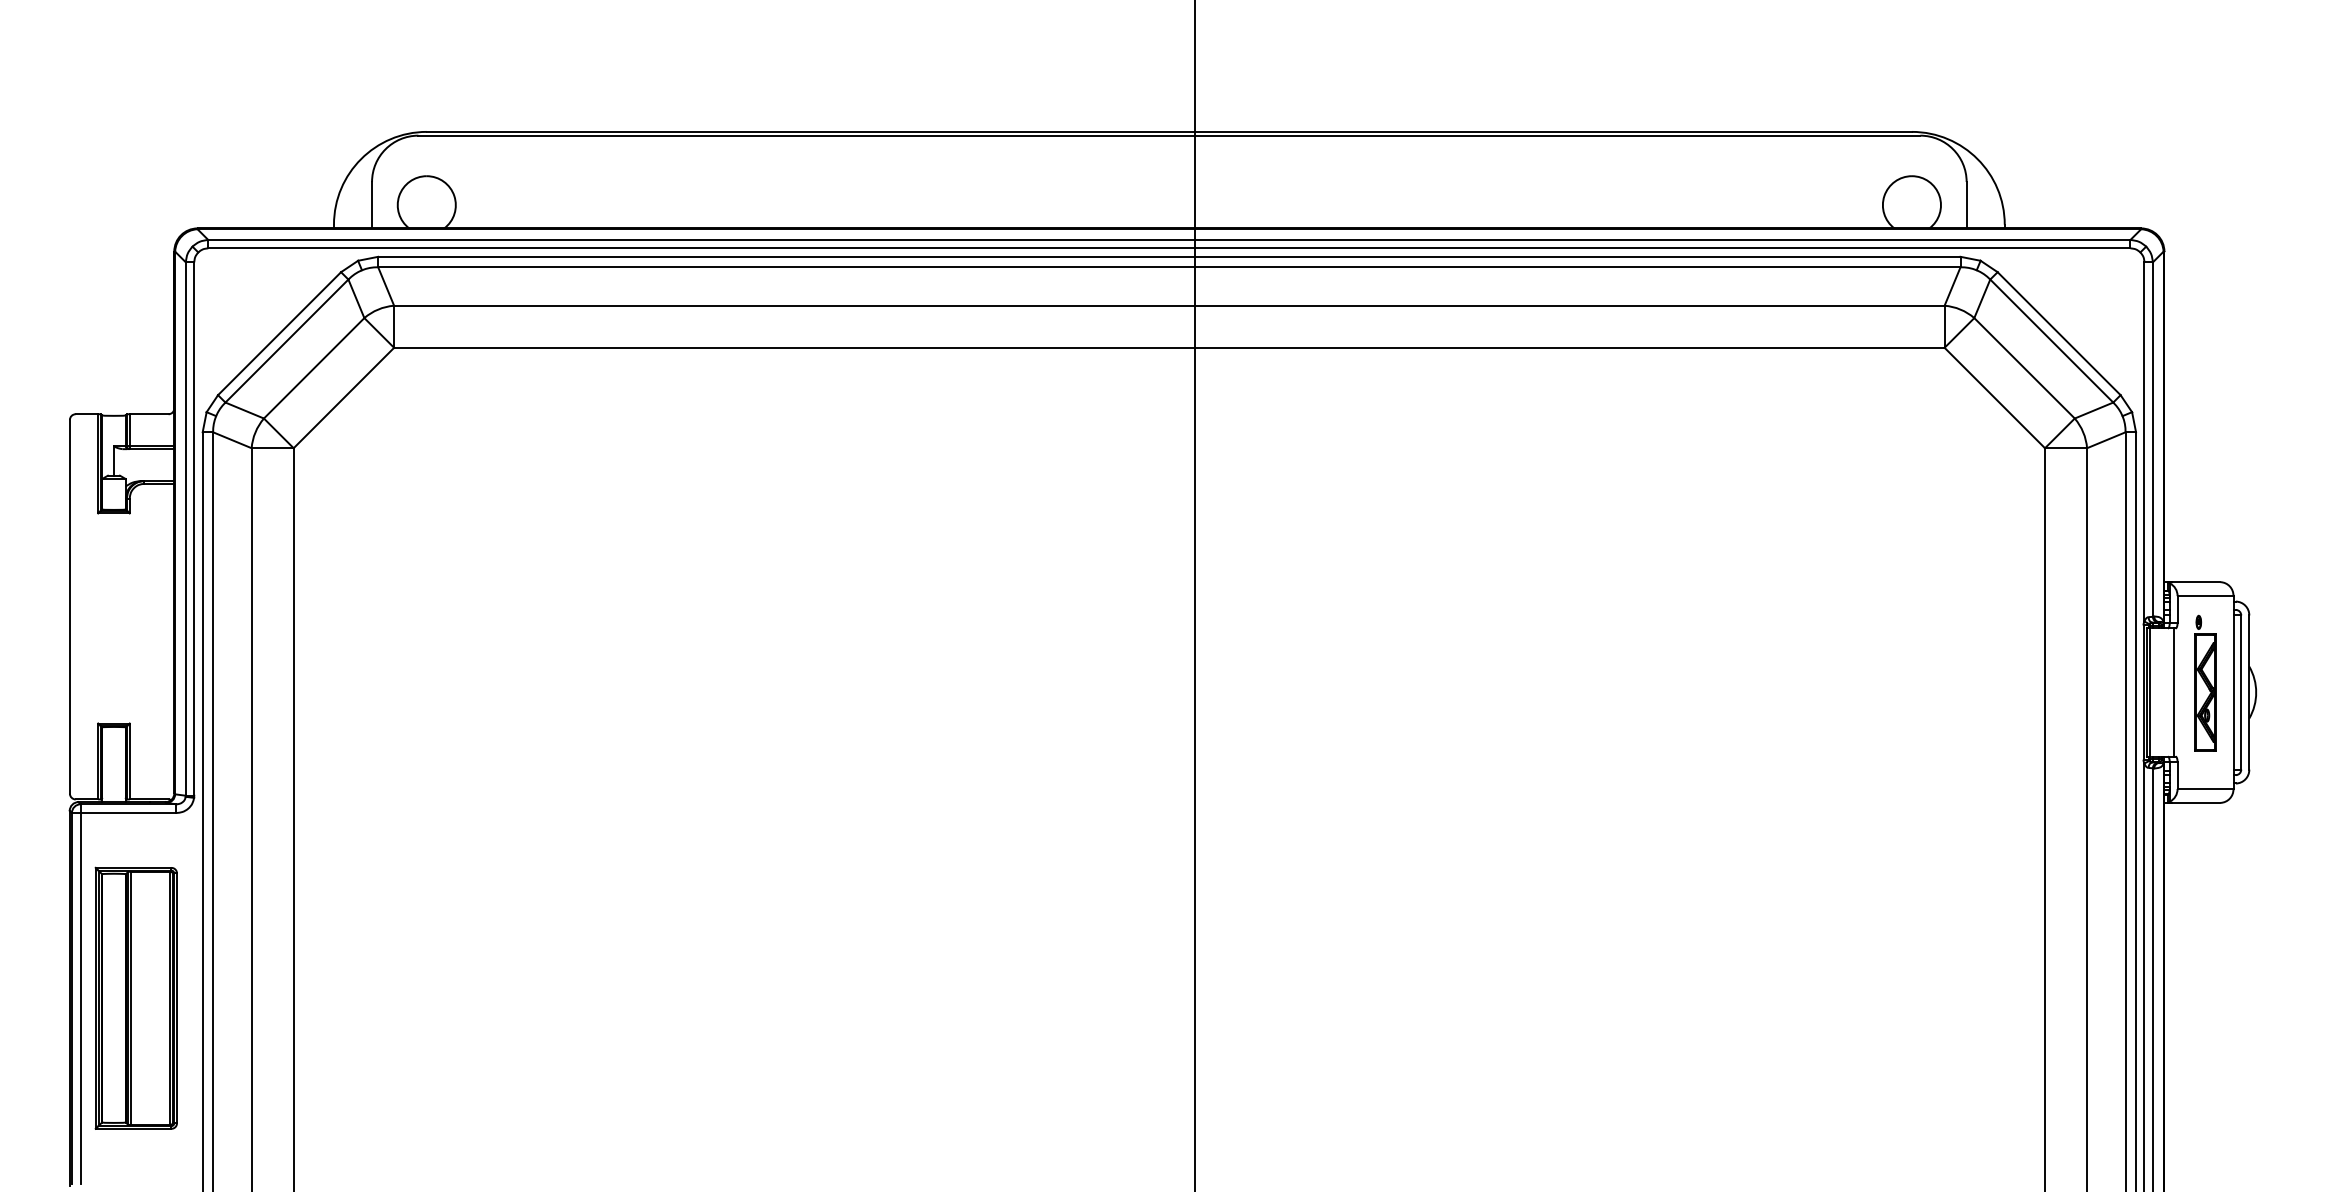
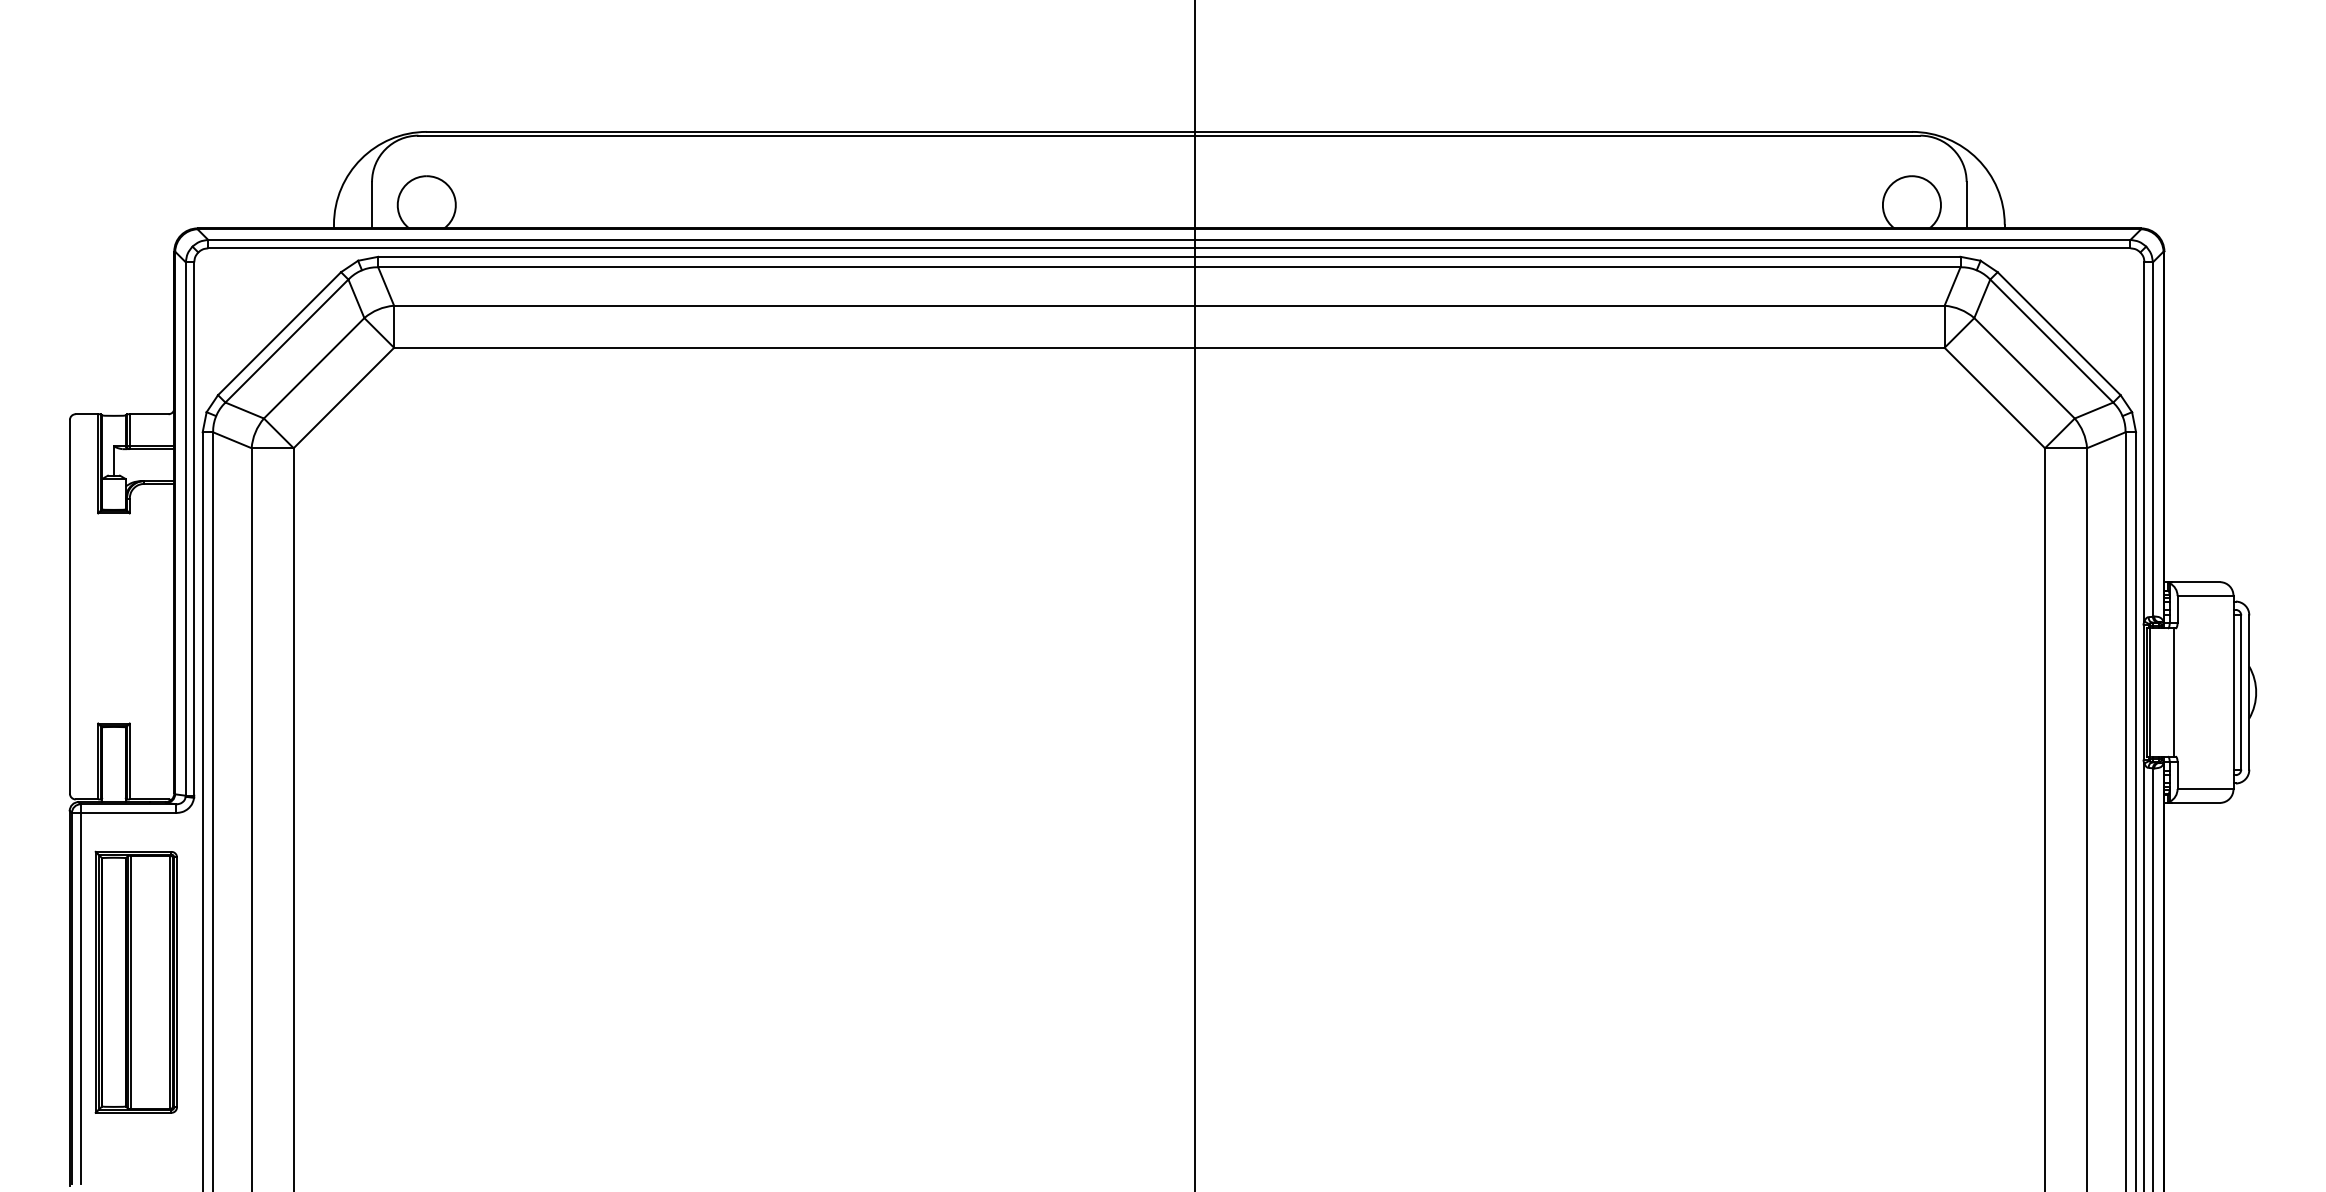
part at (2205, 682): present -> none
part at (135, 997) position: (135, 997) -> (135, 981)
